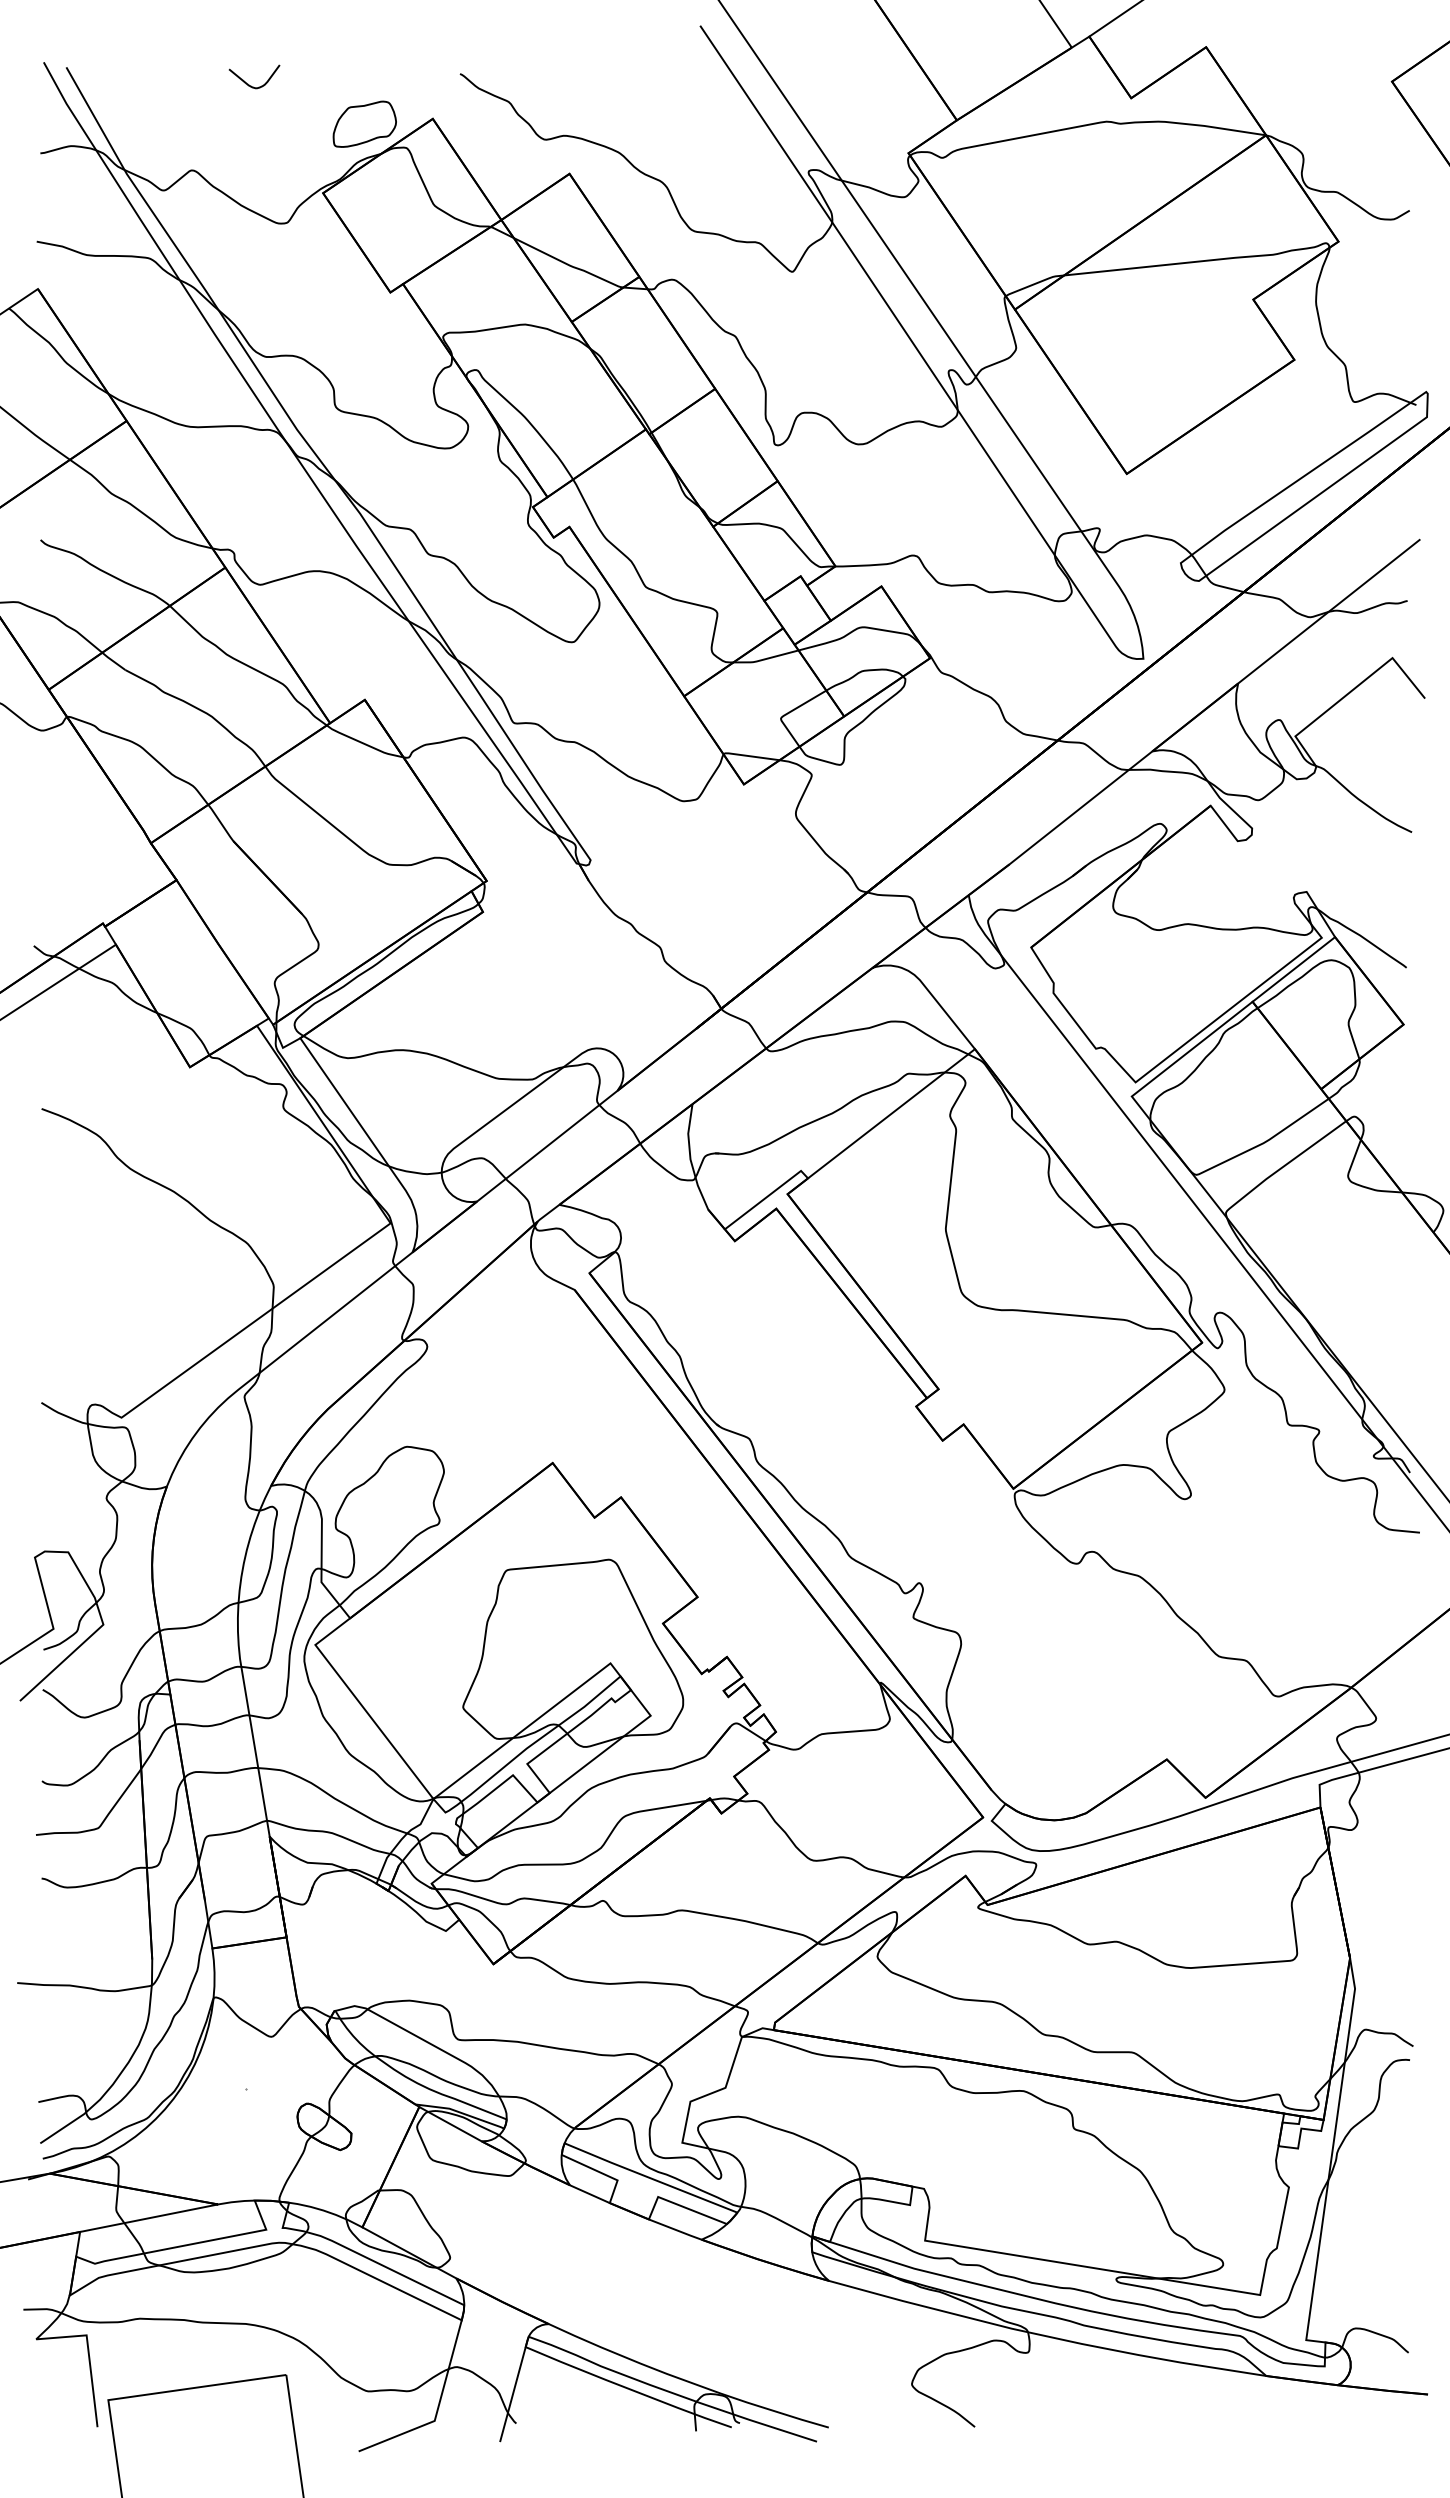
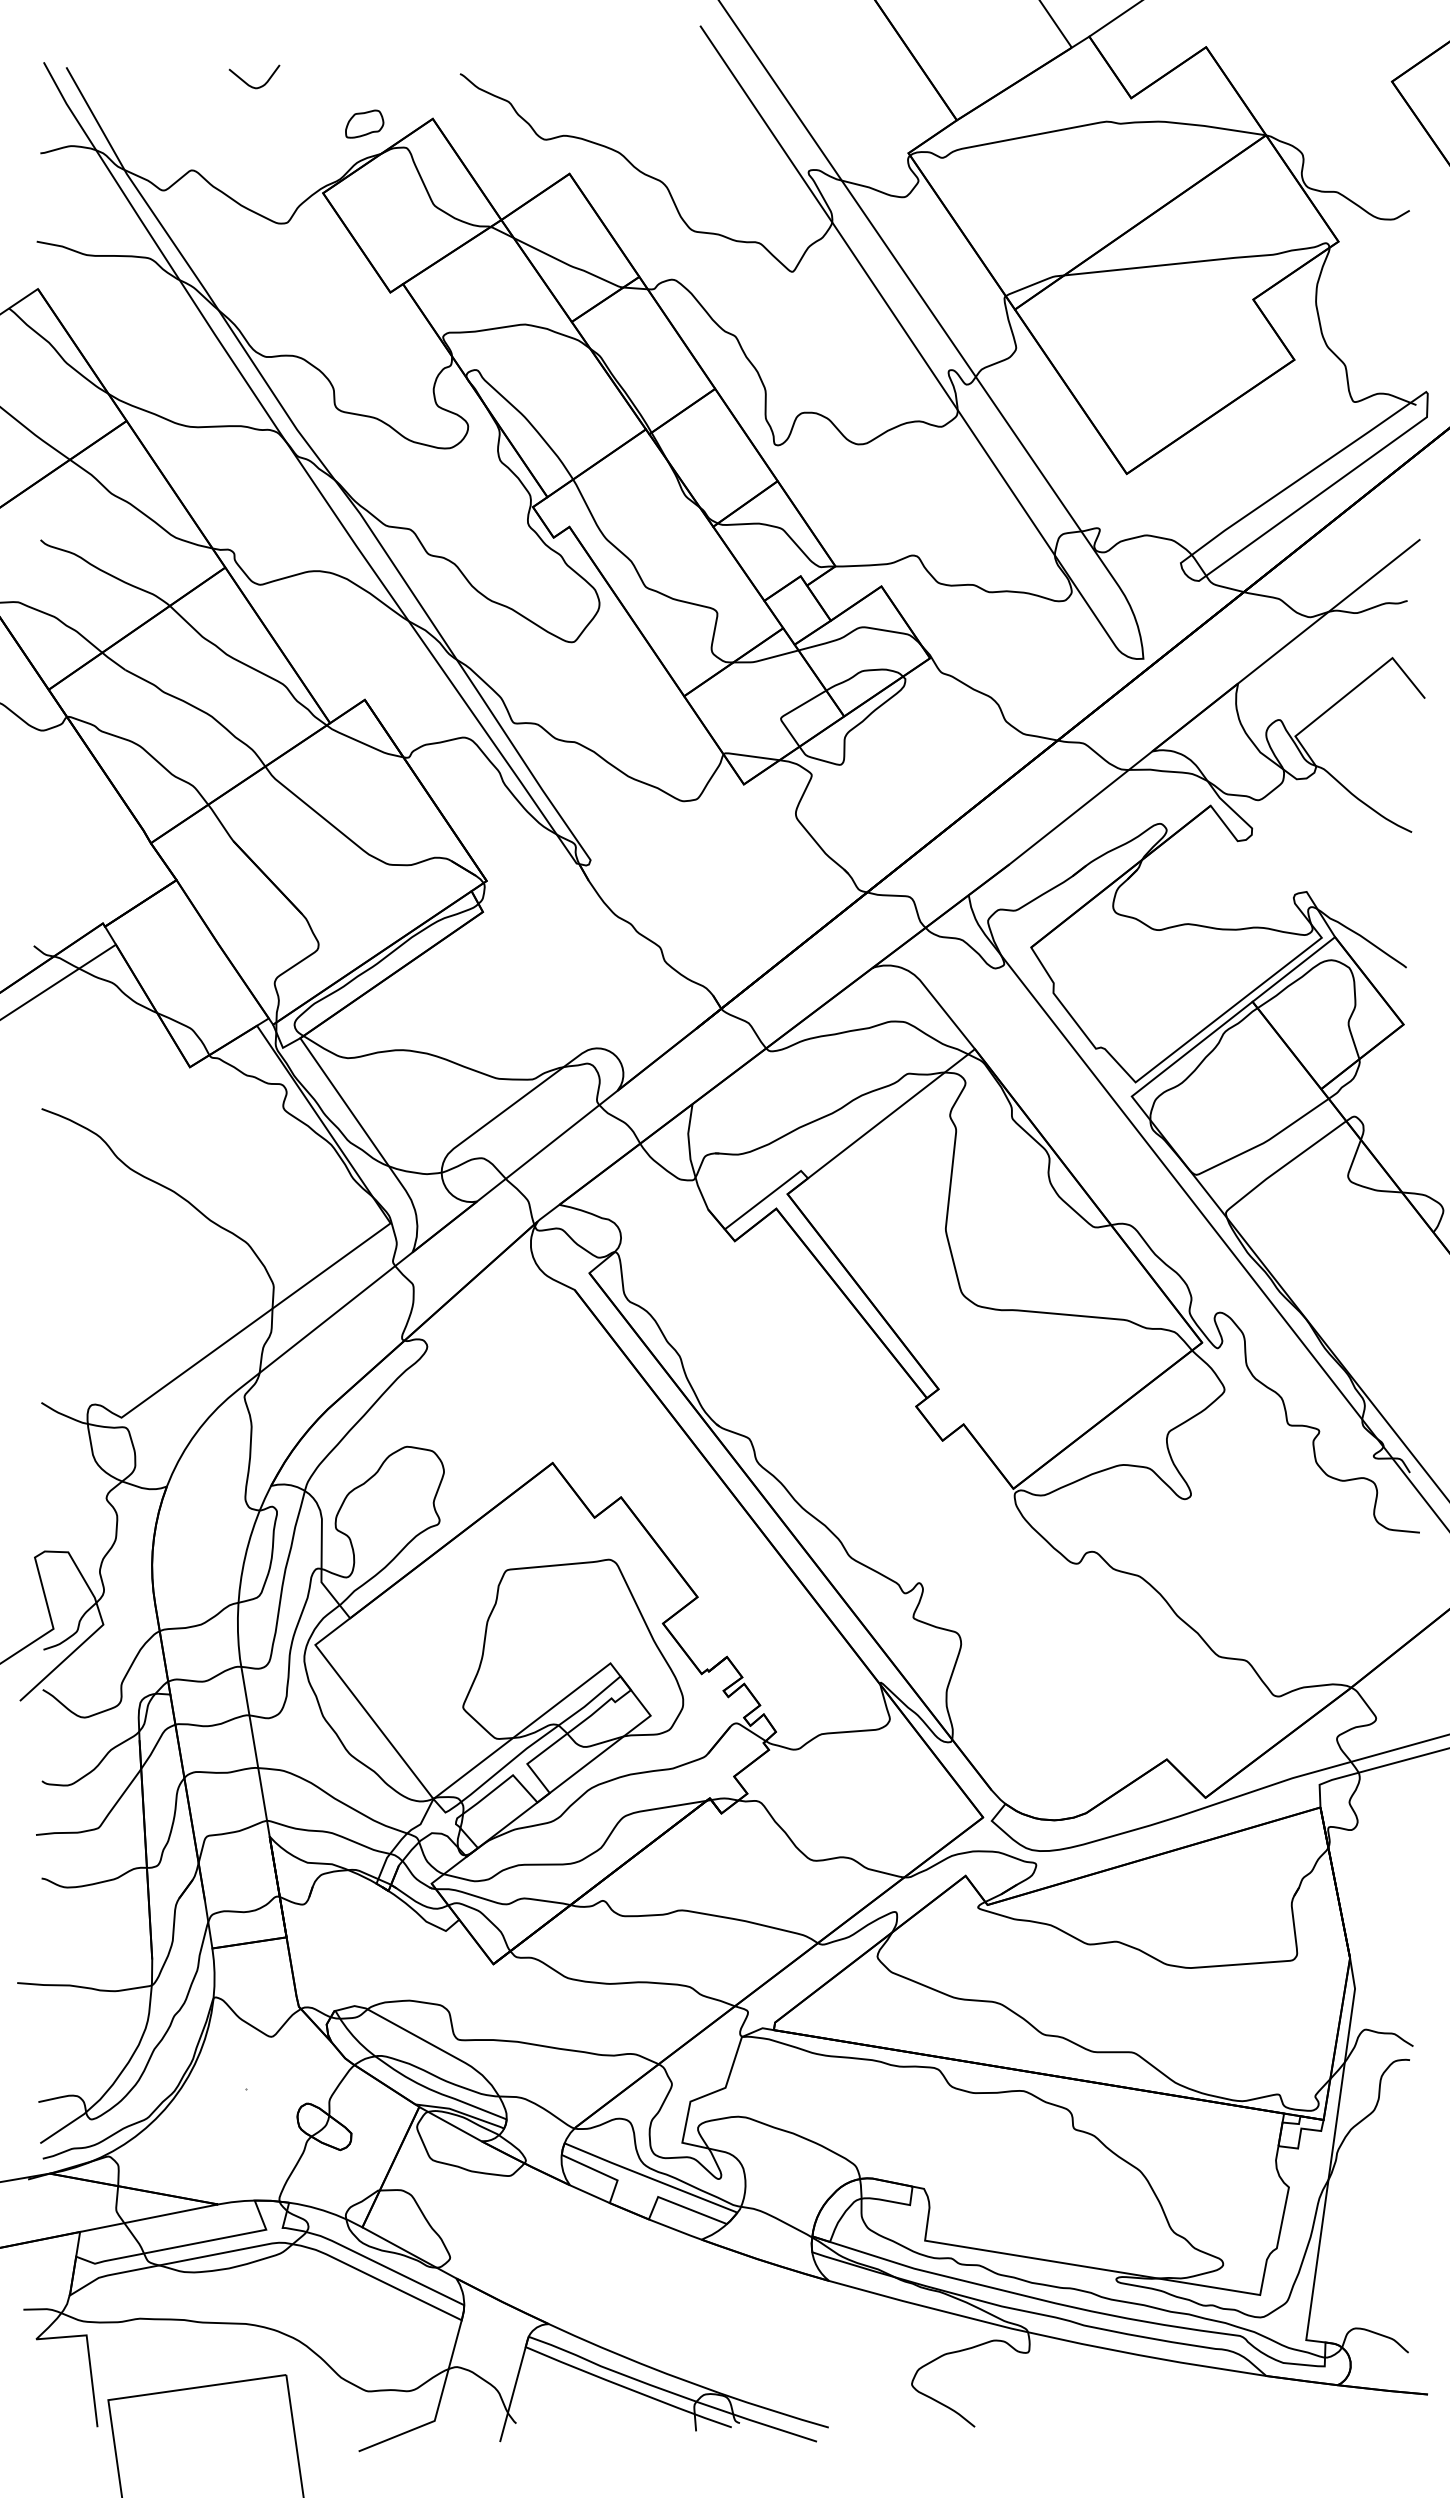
part at (364, 123) size: 65x48 px -> 40x30 px
